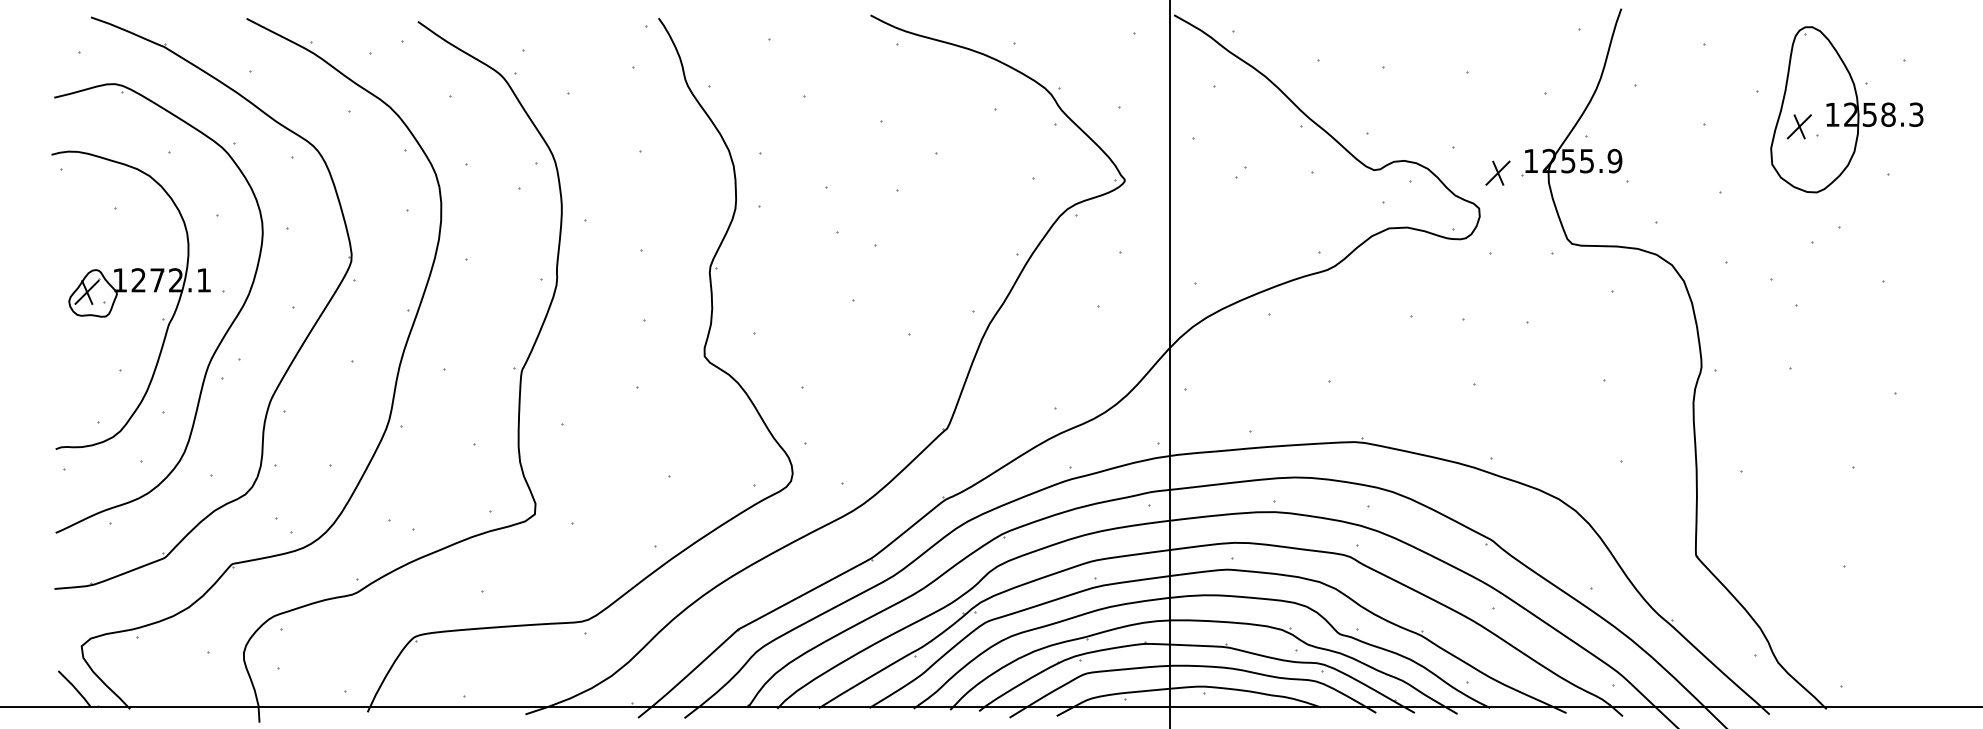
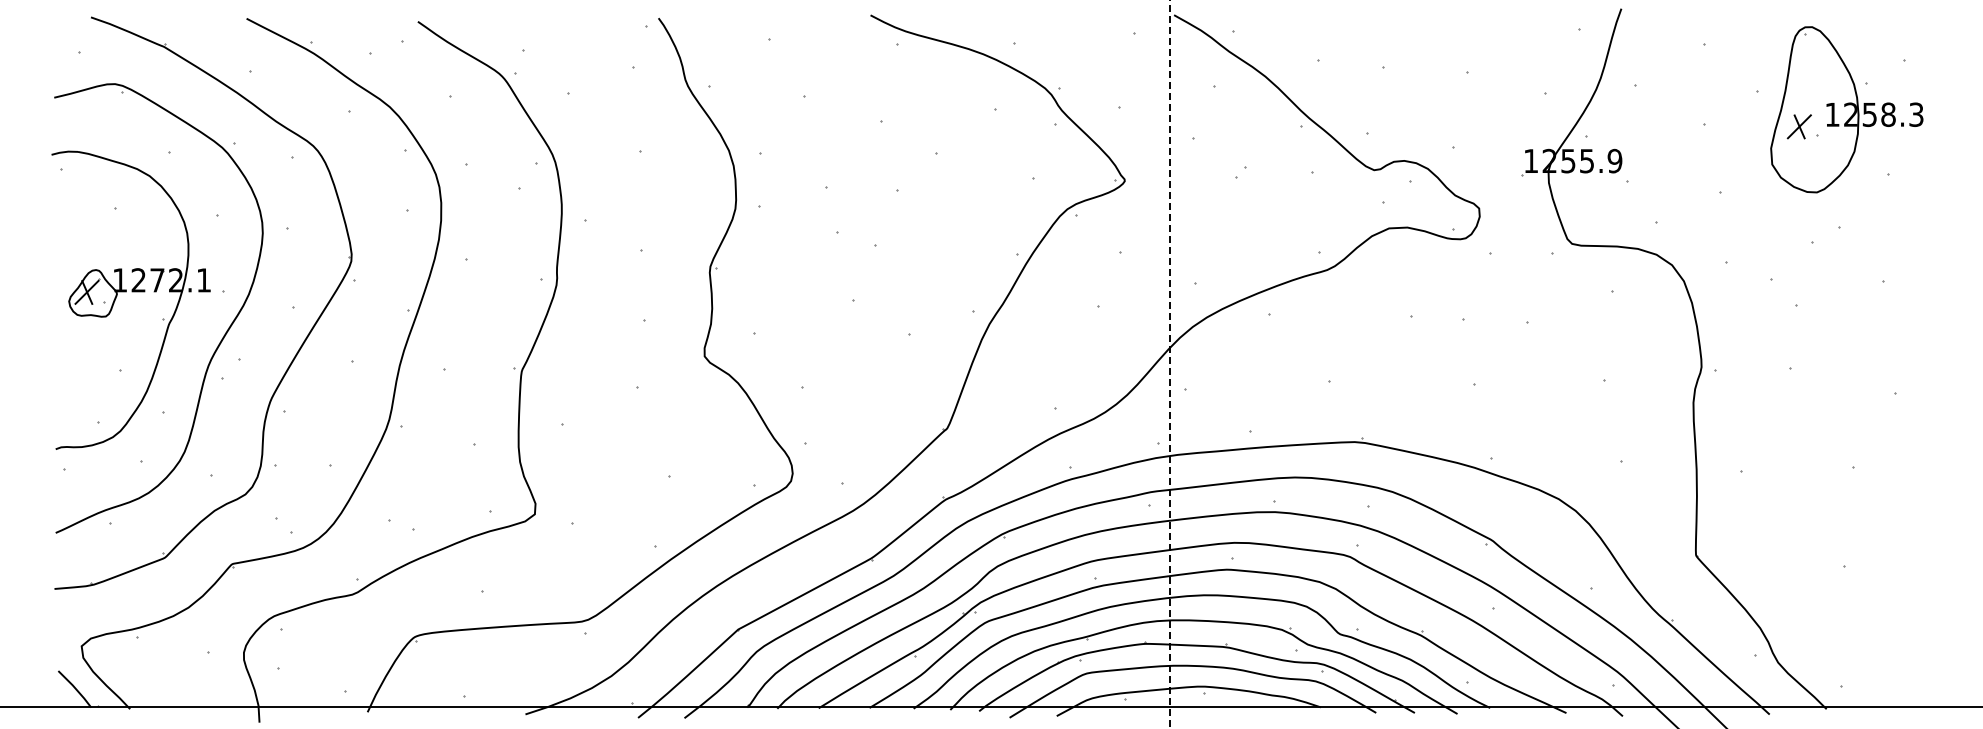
part at (1497, 172): present -> none
line at (1170, 364): solid -> dashed
